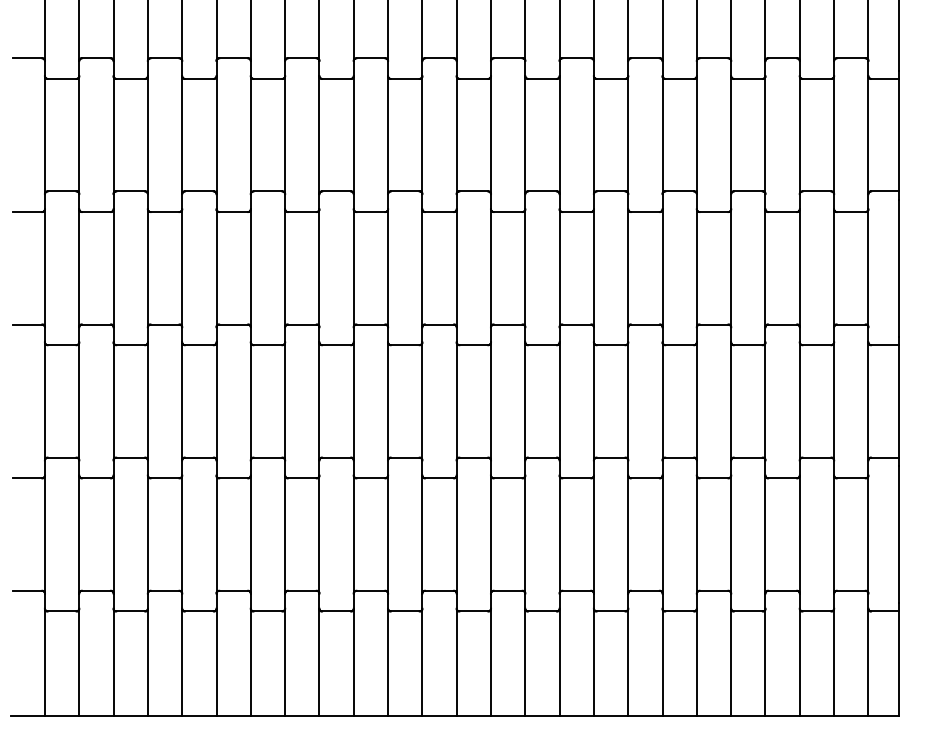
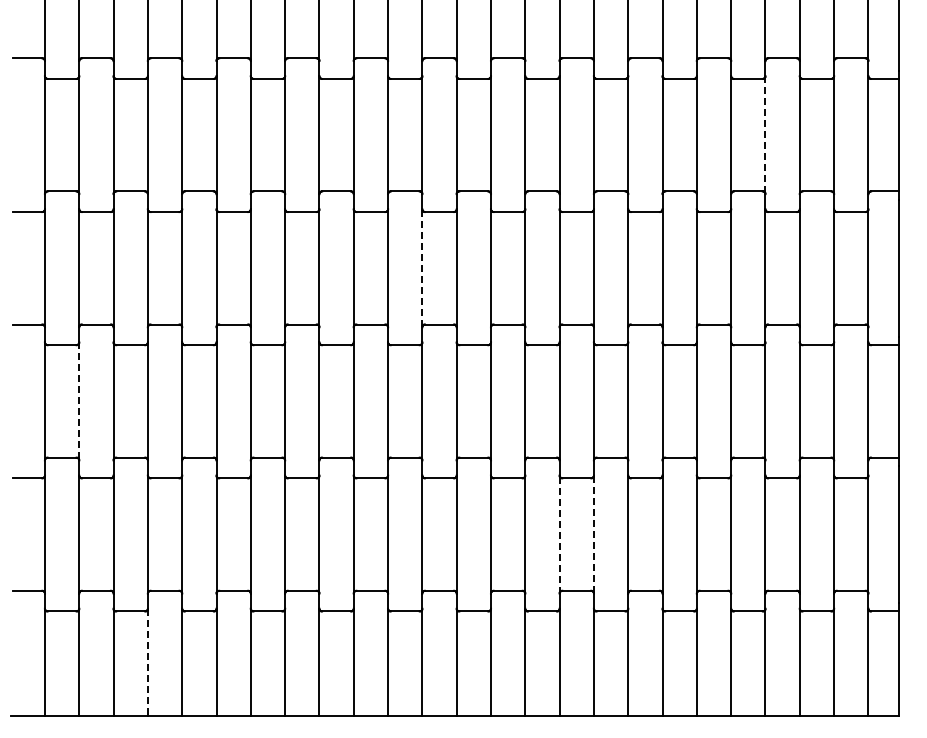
line at (765, 135): solid -> dashed
line at (422, 267): solid -> dashed
line at (79, 401): solid -> dashed
line at (559, 534): solid -> dashed
line at (593, 535): solid -> dashed
line at (147, 662): solid -> dashed
